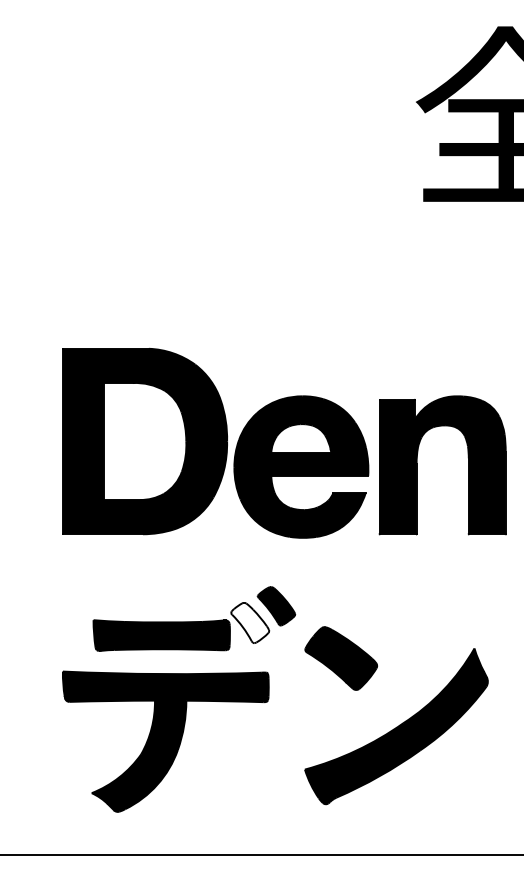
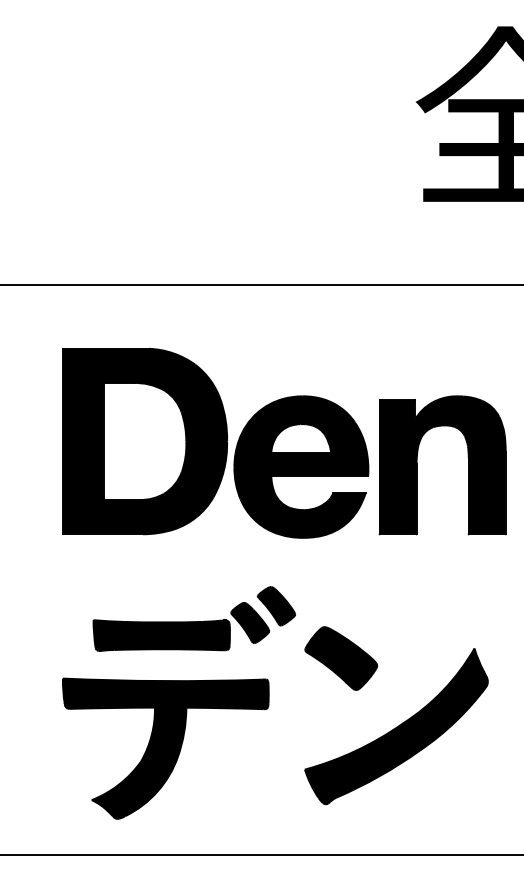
line at (261, 284): none -> present
fill at (250, 622): none -> present
part at (165, 741) position: (165, 741) -> (165, 748)
